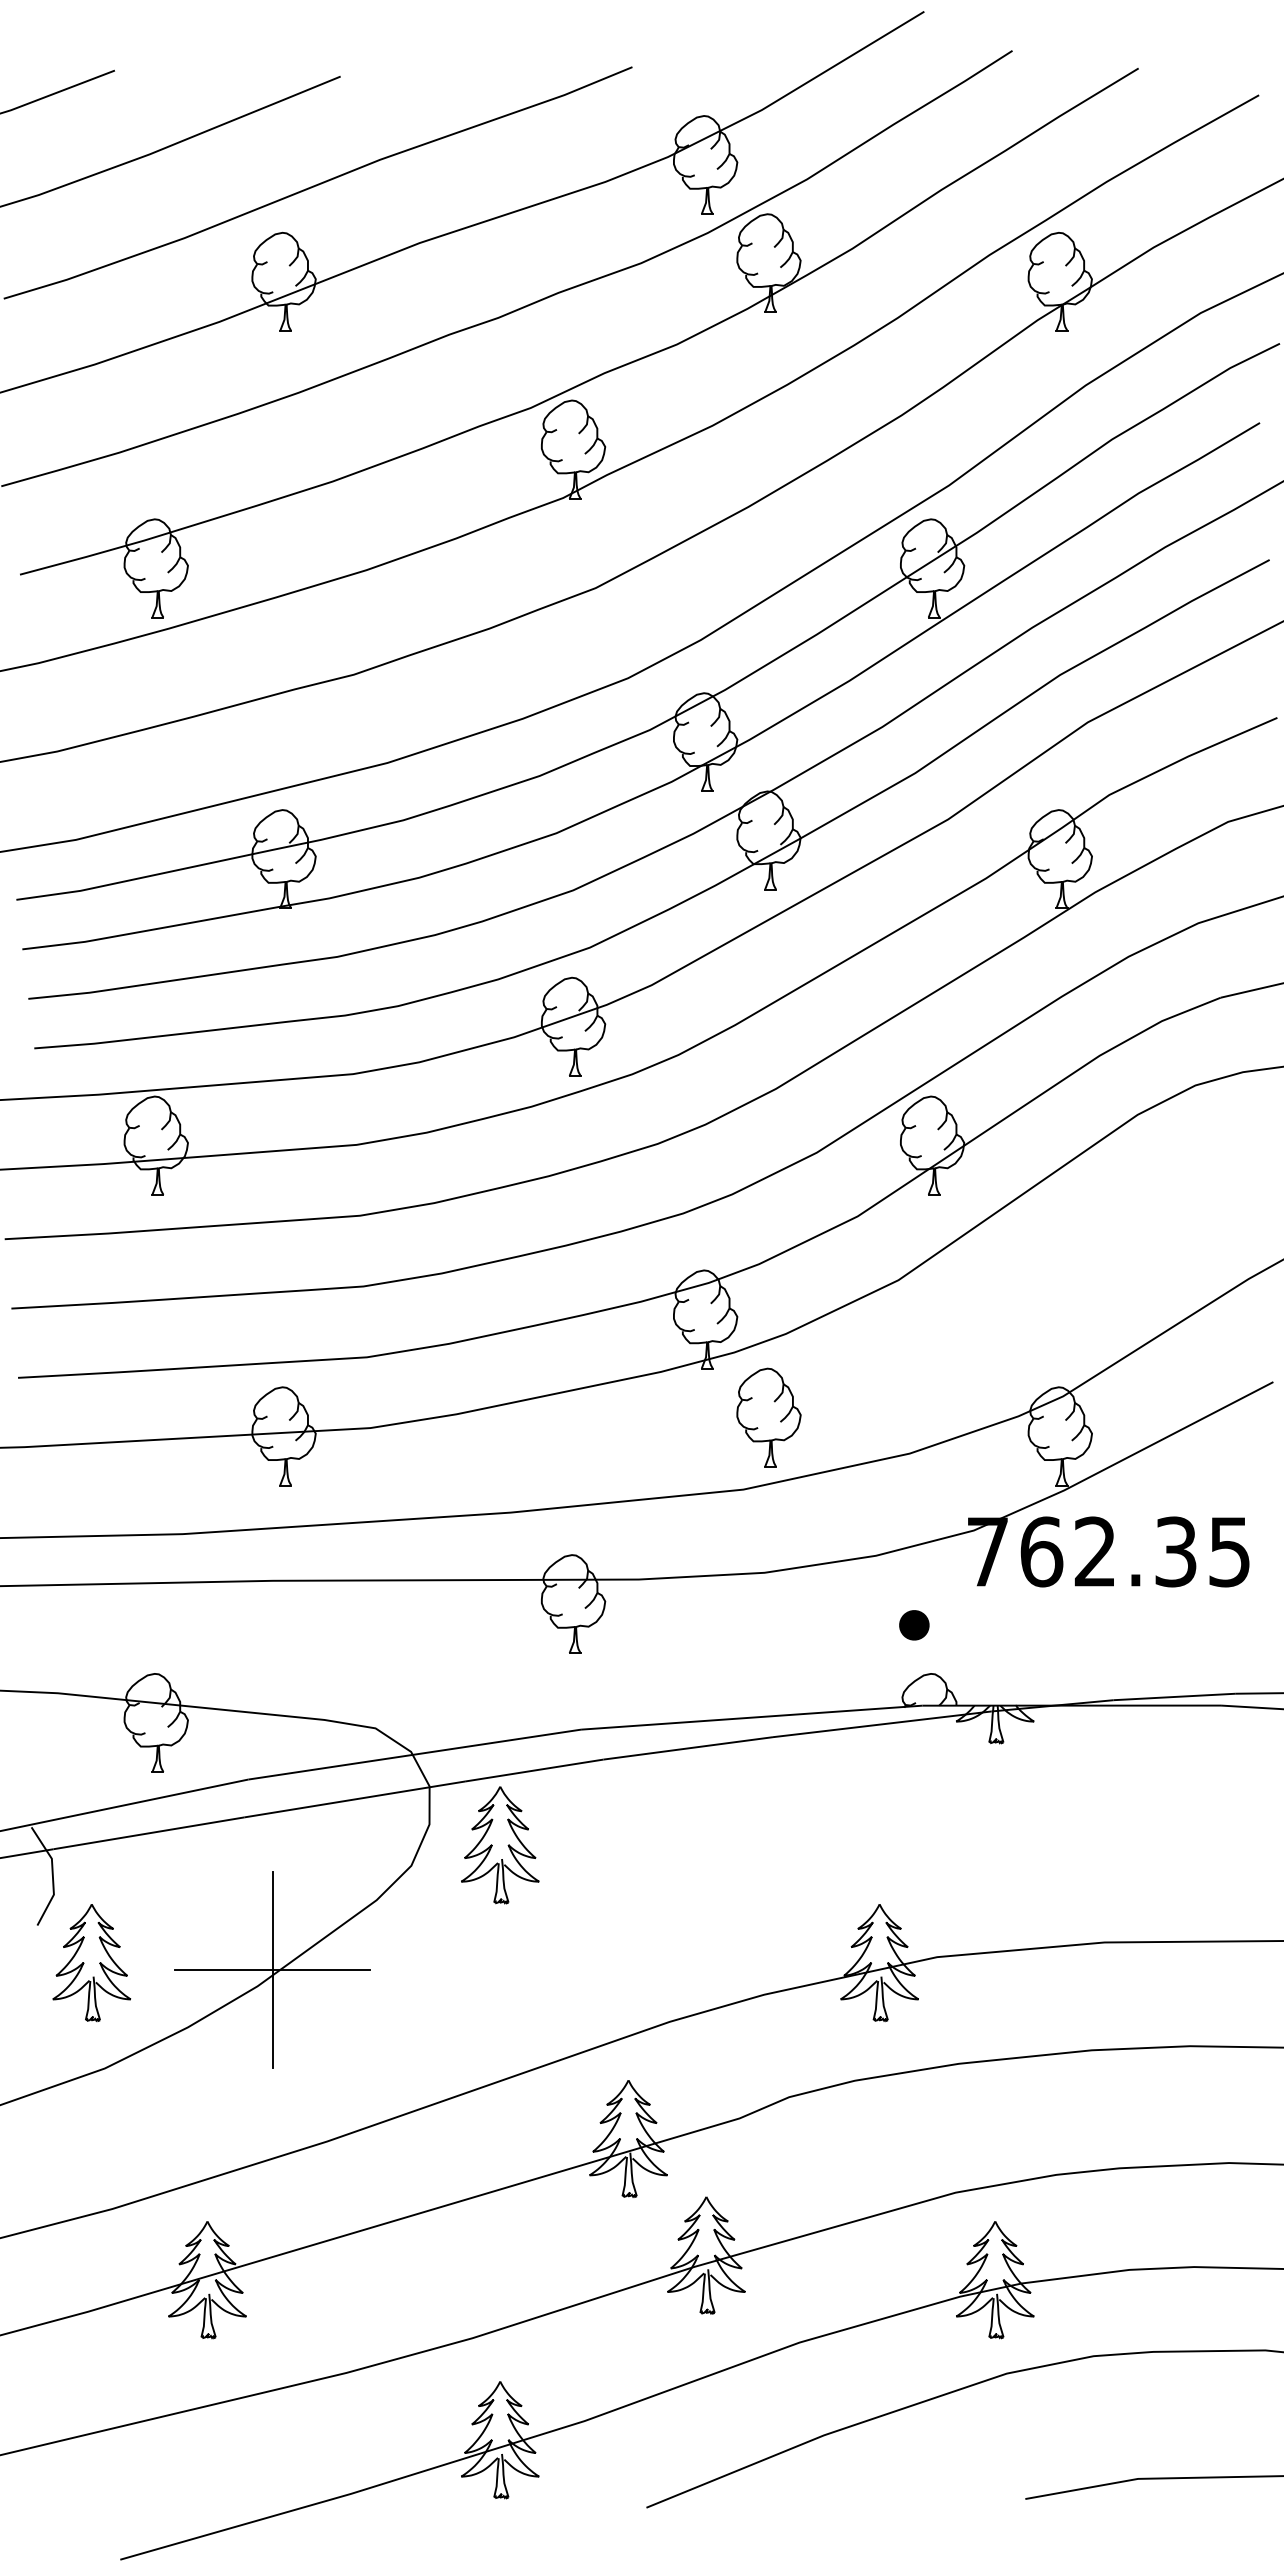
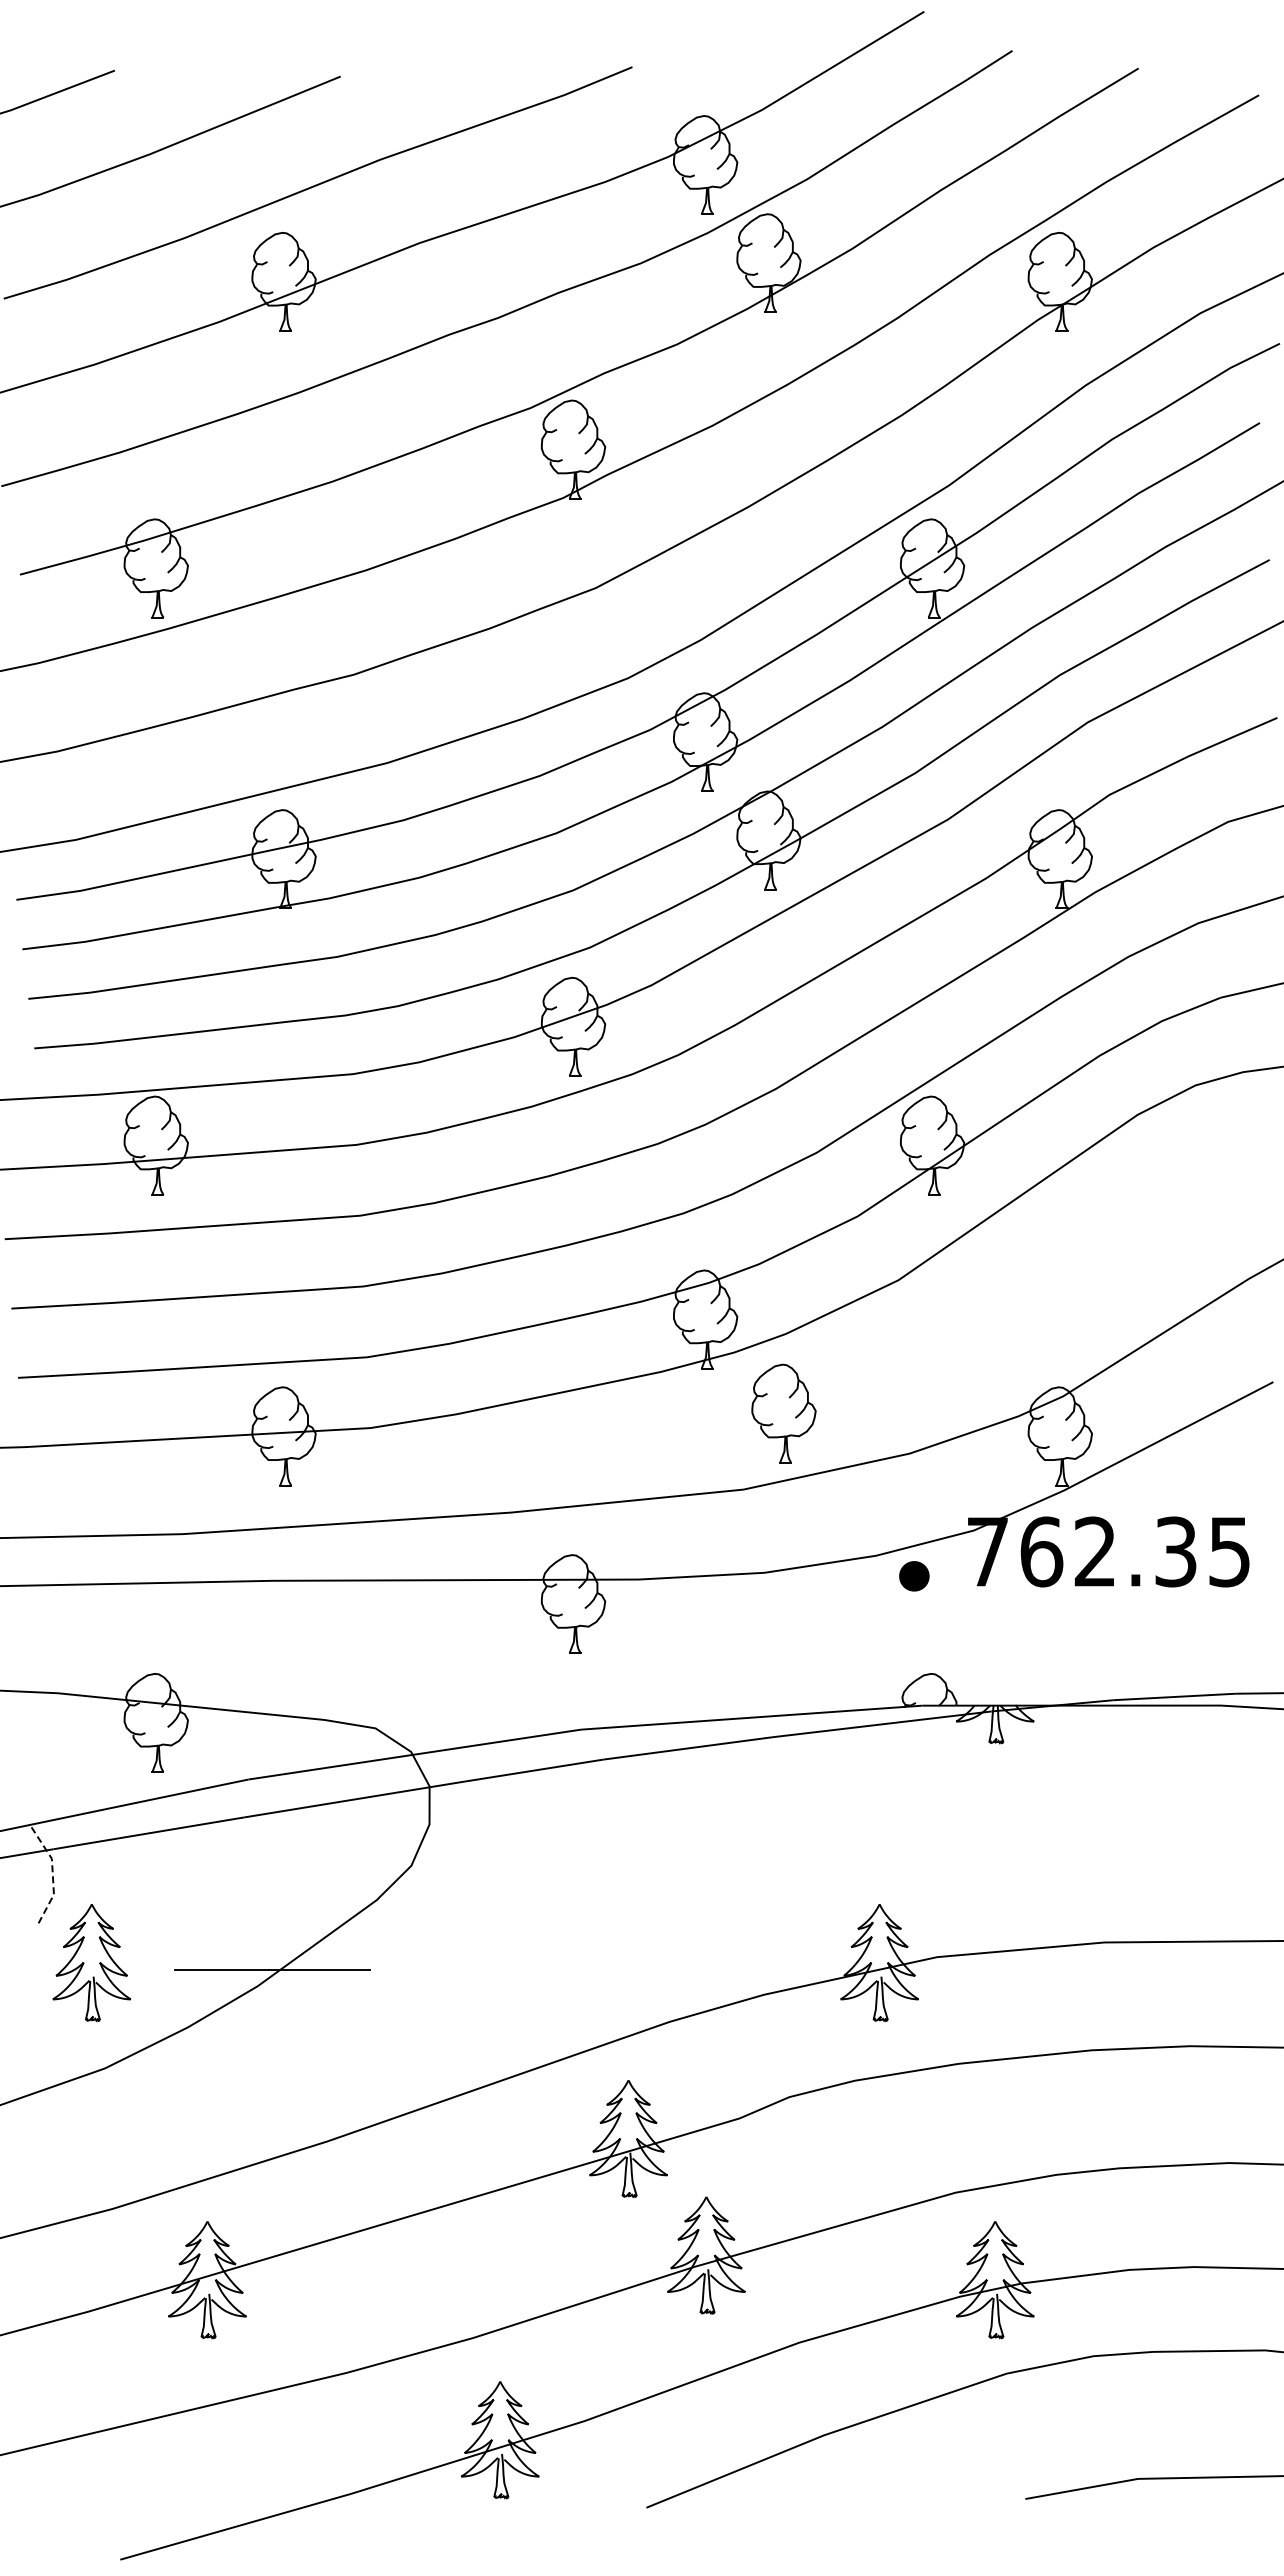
part at (768, 1417) position: (768, 1417) -> (783, 1413)
part at (914, 1625) position: (914, 1625) -> (914, 1576)
part at (500, 1845): present -> none
line at (52, 1875): solid -> dashed
line at (272, 1970): present -> none
